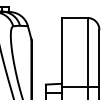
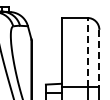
line at (87, 51): solid -> dashed
line at (99, 58): solid -> dashed
